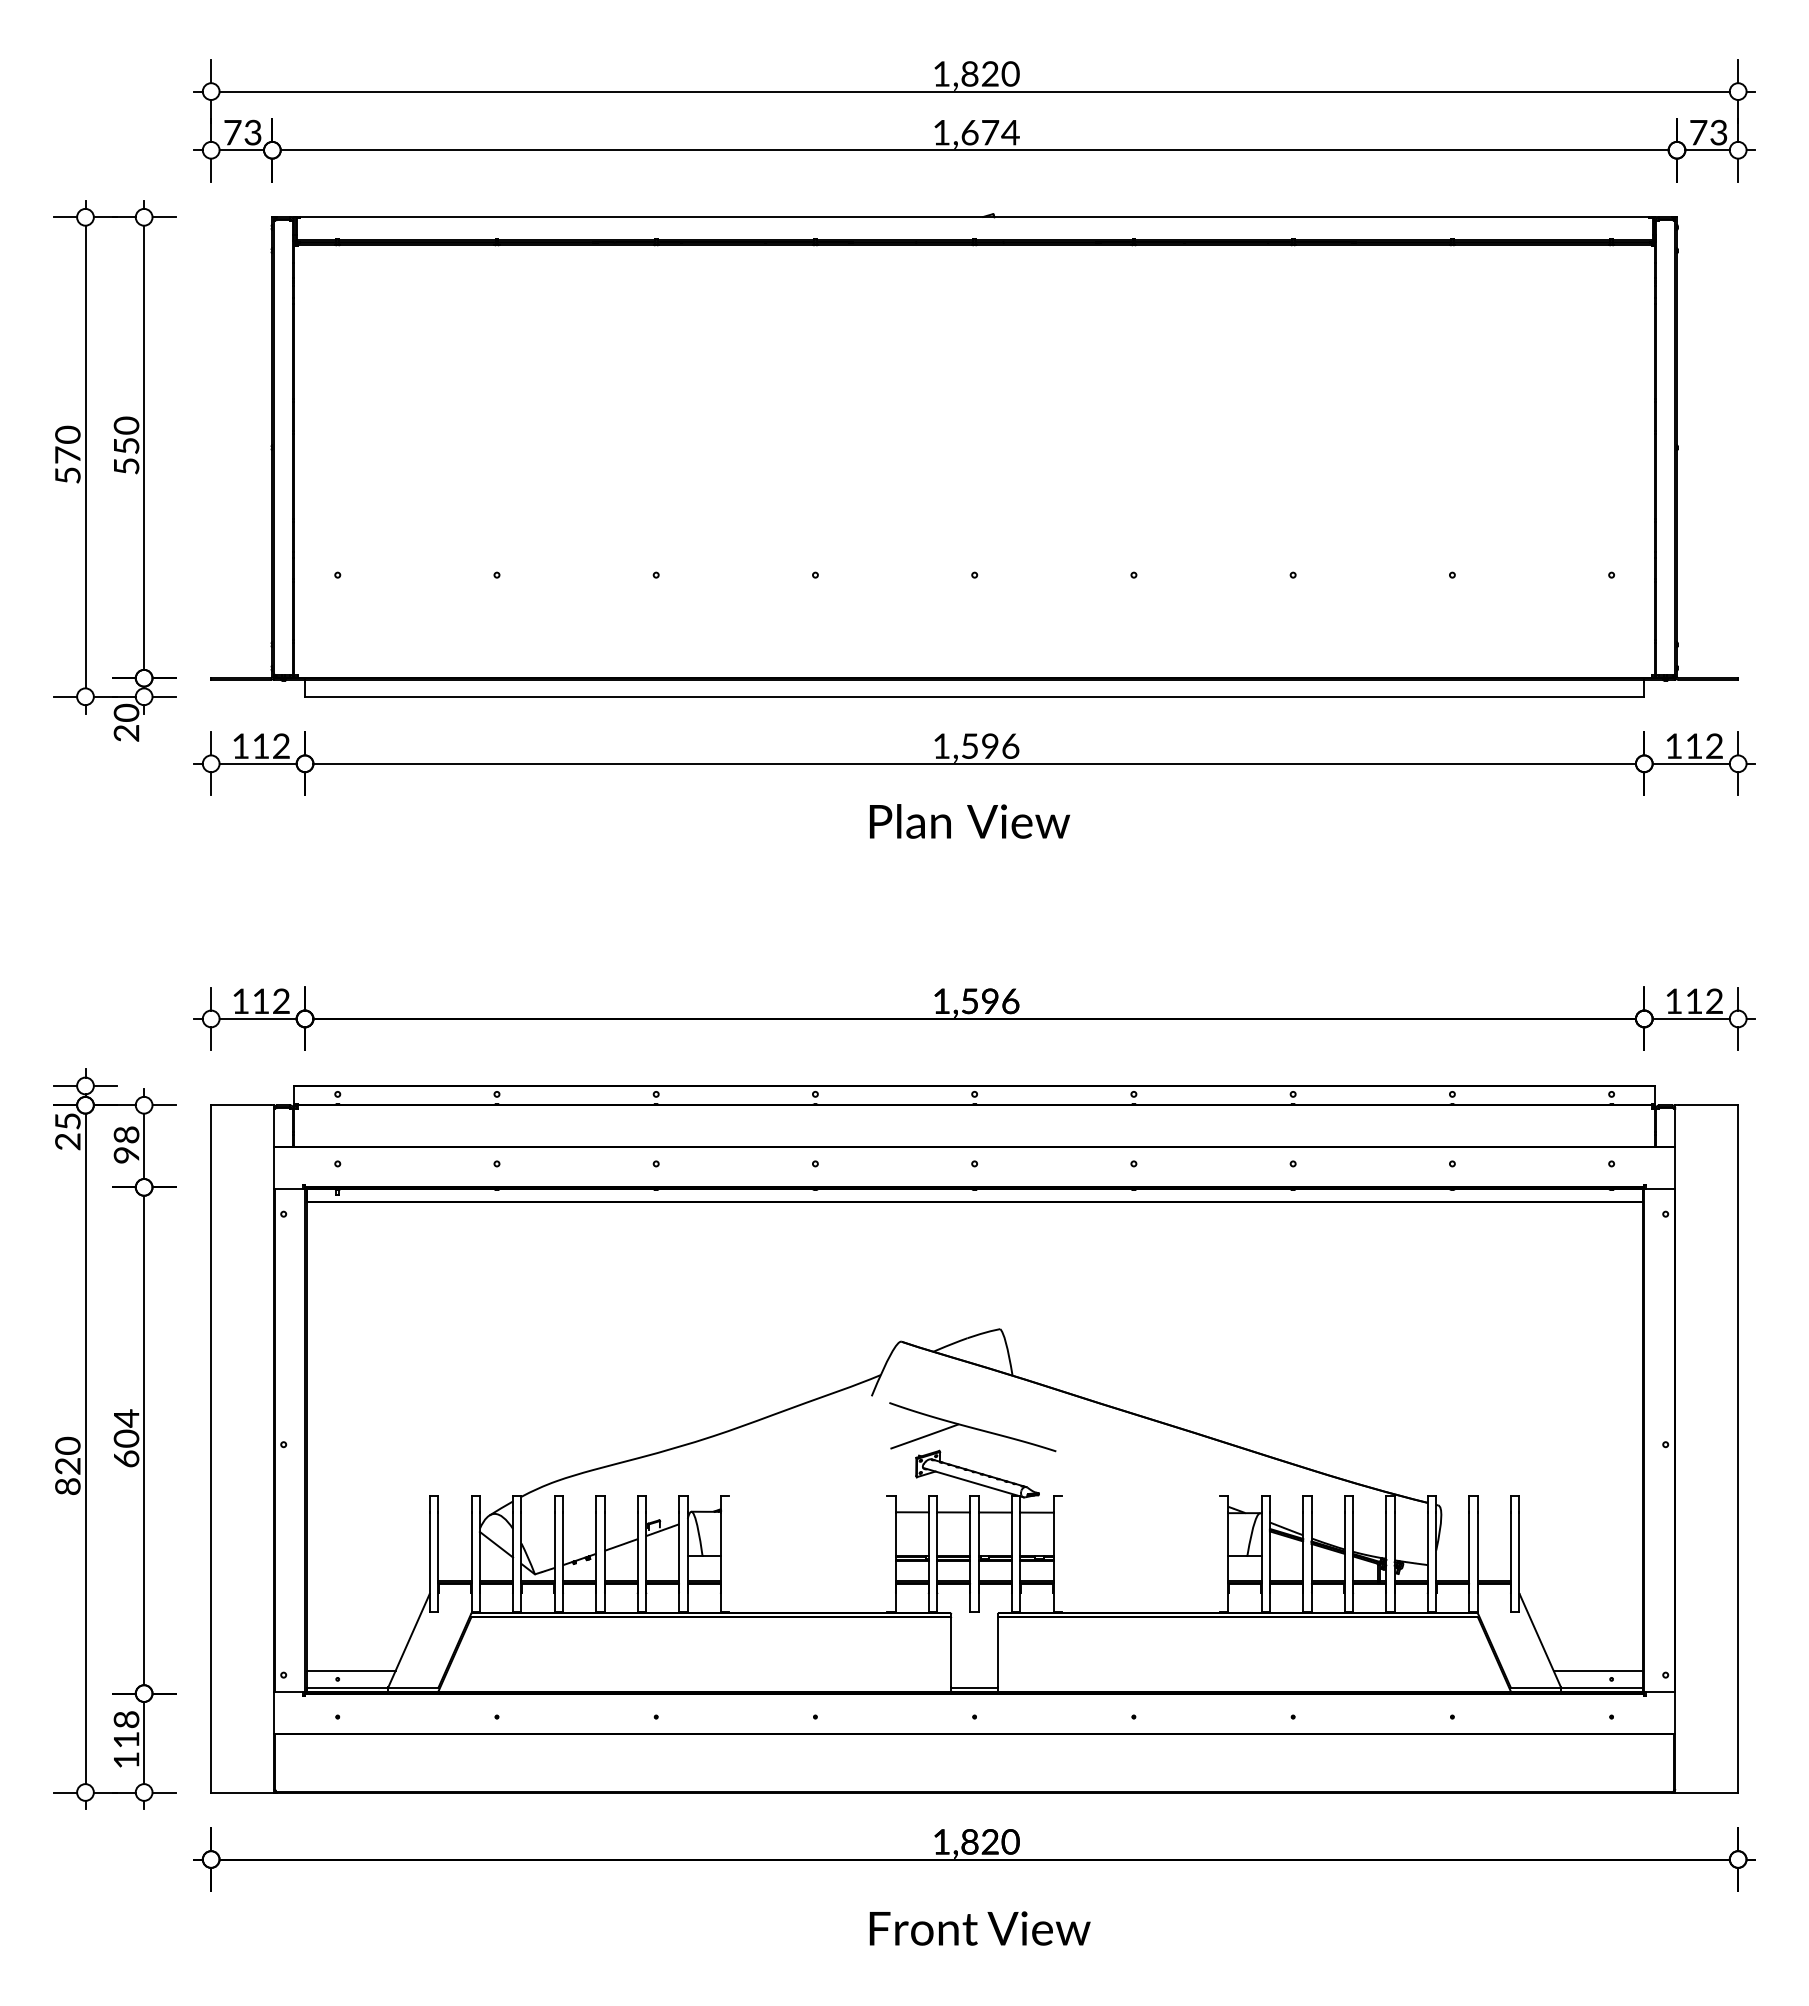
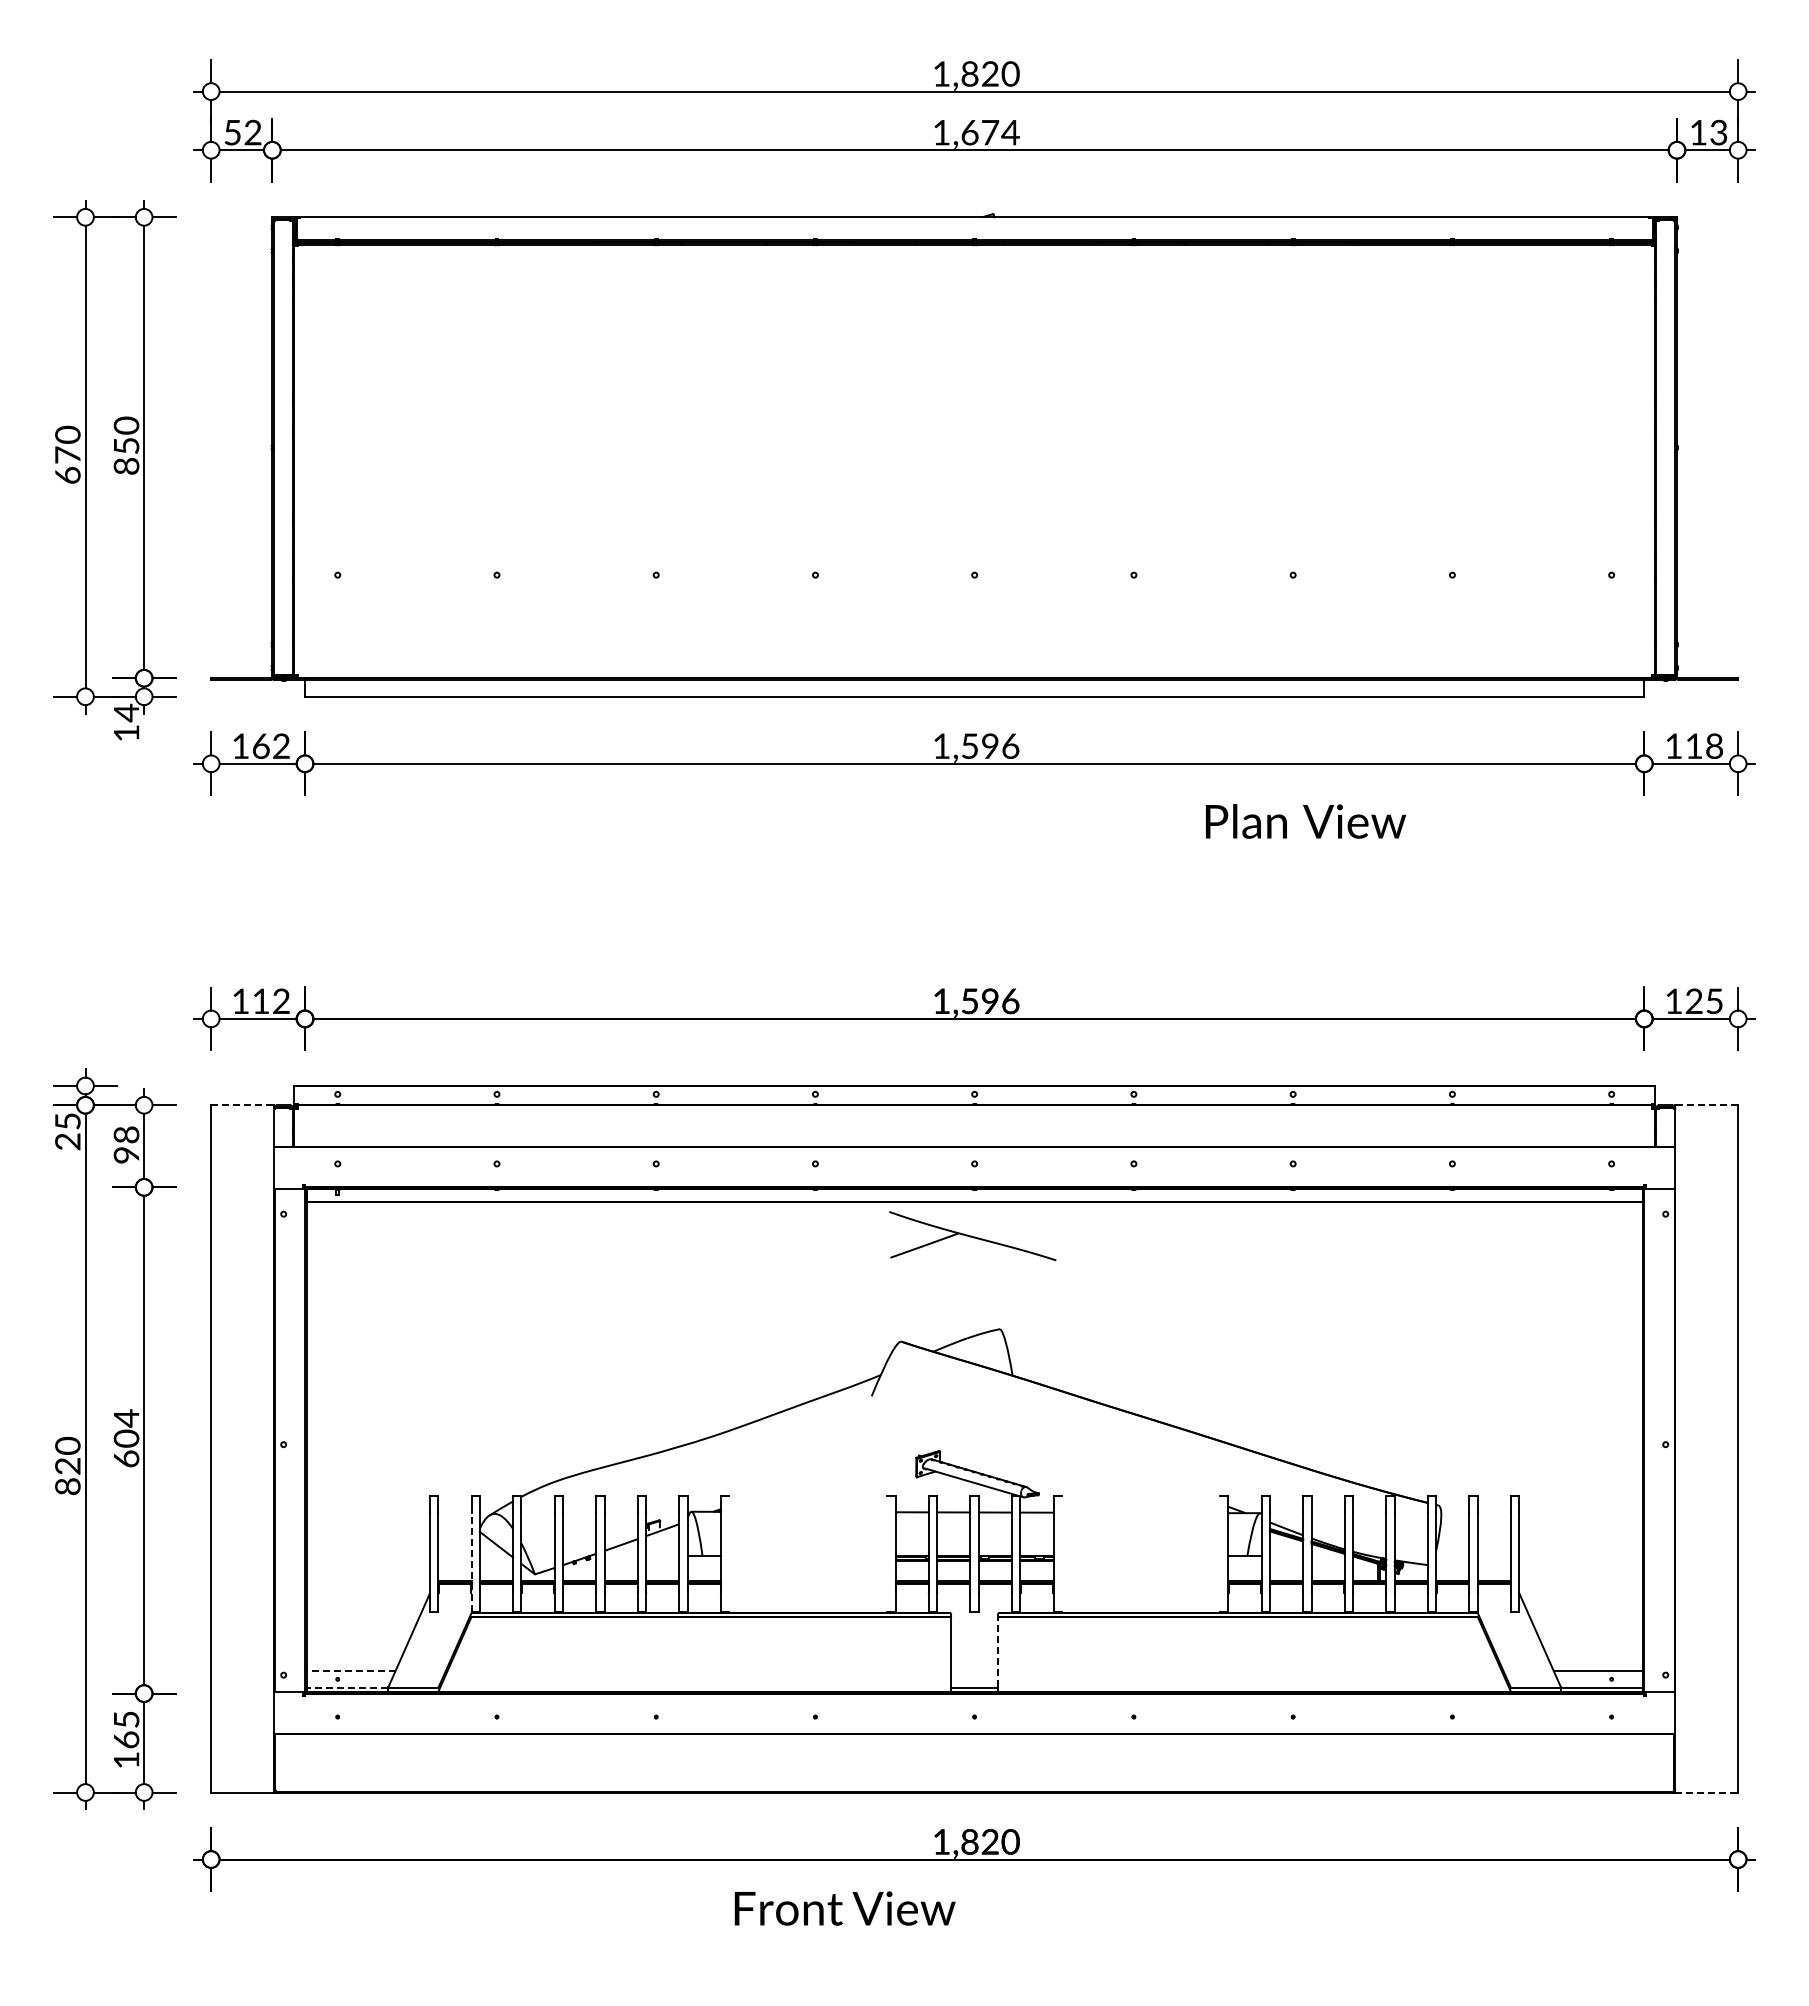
text at (242, 132): 73 -> 52
text at (1698, 132): 73 -> 13
text at (126, 466): 550 -> 850
text at (67, 475): 570 -> 670
text at (126, 722): 20 -> 14
text at (261, 745): 112 -> 162
text at (1714, 746): 112 -> 118
text at (970, 821) position: (970, 821) -> (1306, 821)
text at (1703, 1001): 112 -> 125
line at (240, 1105): solid -> dashed
line at (1708, 1105): solid -> dashed
part at (972, 1427) position: (972, 1427) -> (972, 1236)
line at (471, 1562): solid -> dashed
line at (998, 1650): solid -> dashed
line at (350, 1670): solid -> dashed
line at (347, 1687): solid -> dashed
text at (126, 1729): 118 -> 165
line at (1707, 1792): solid -> dashed
text at (979, 1928) position: (979, 1928) -> (844, 1908)
